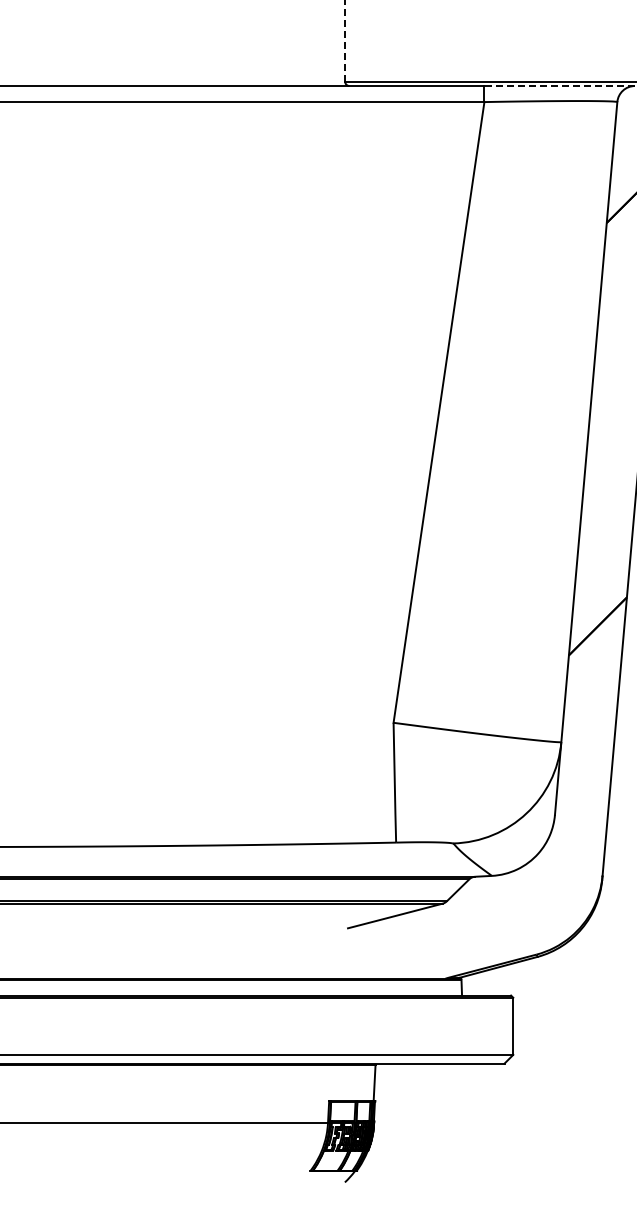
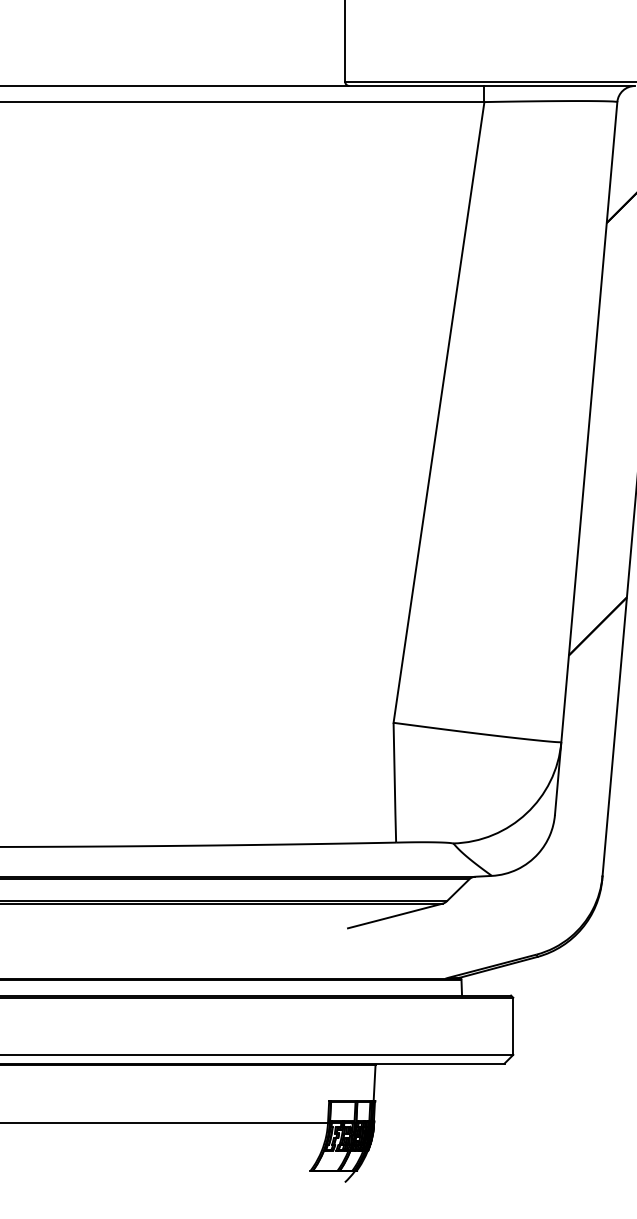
line at (345, 40): dashed -> solid
line at (559, 86): dashed -> solid
